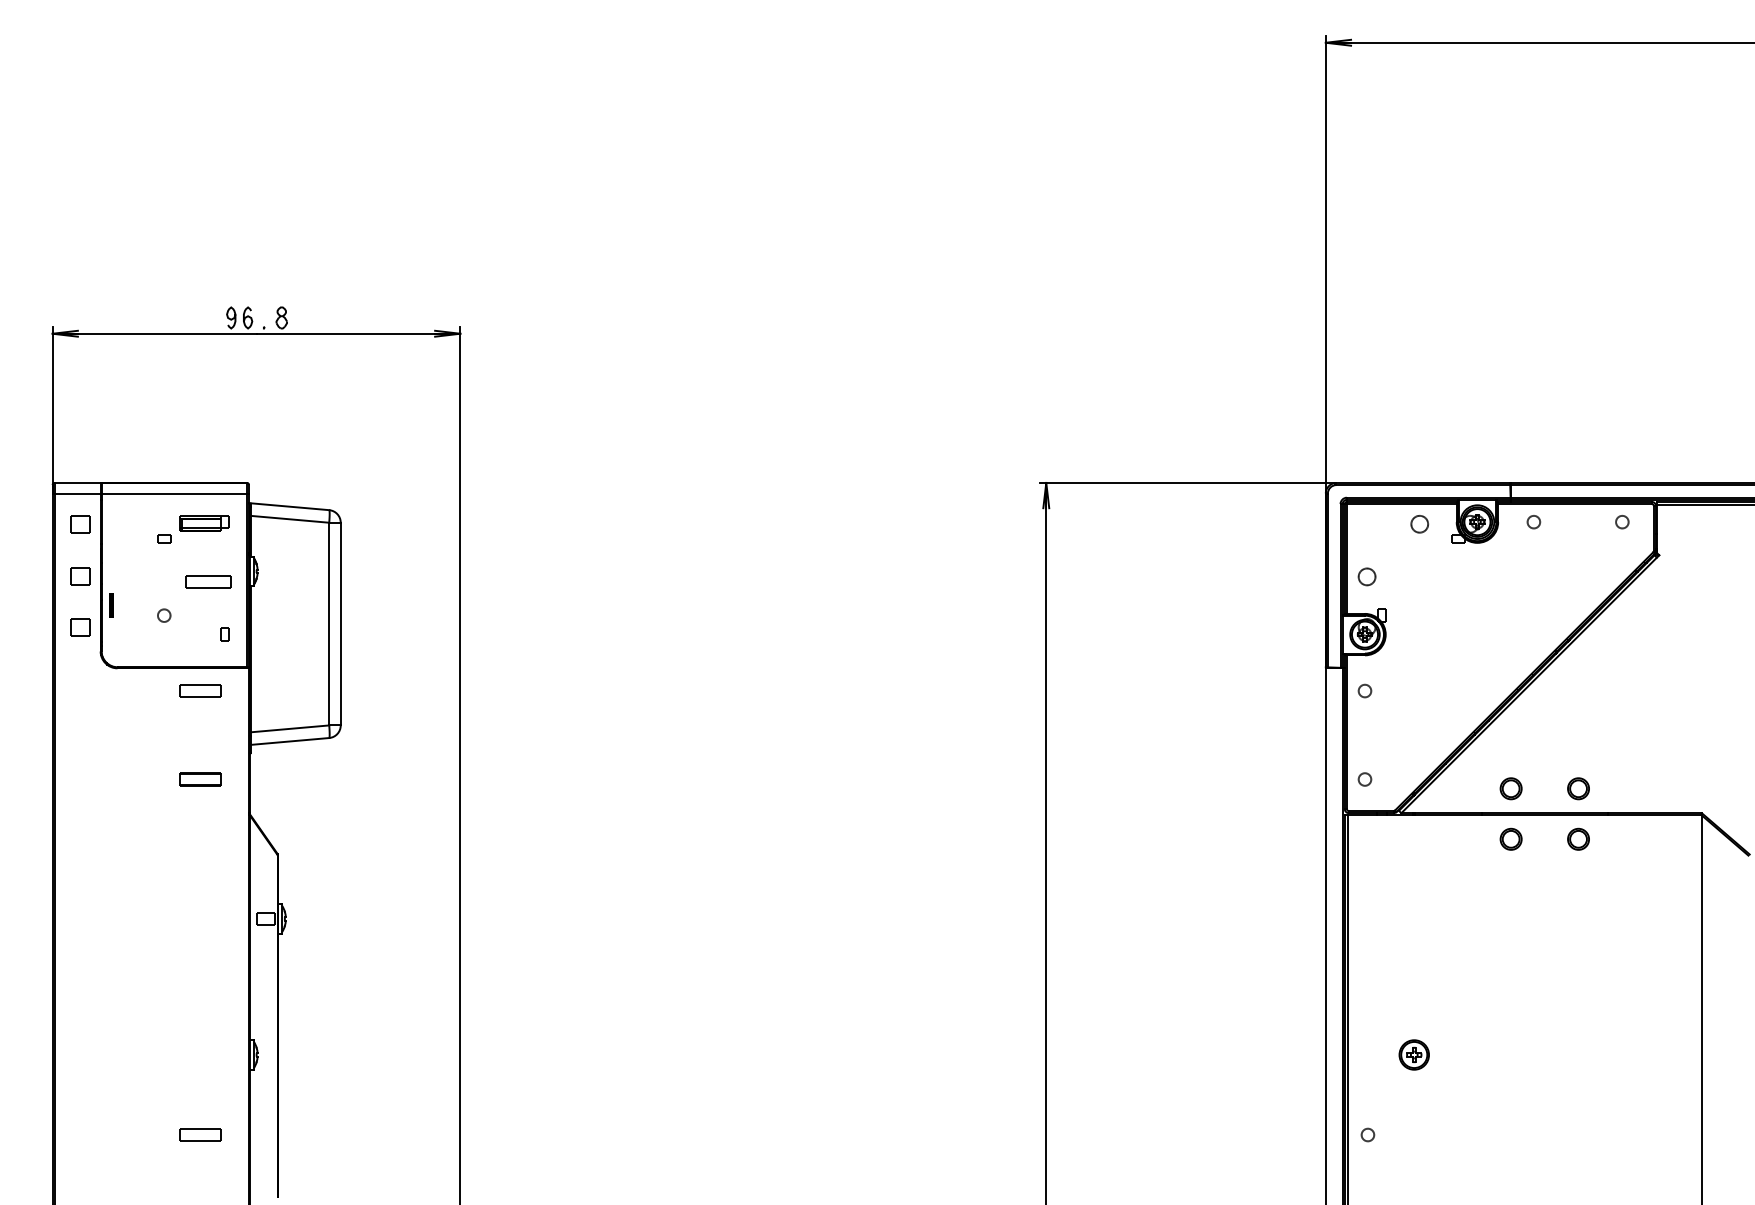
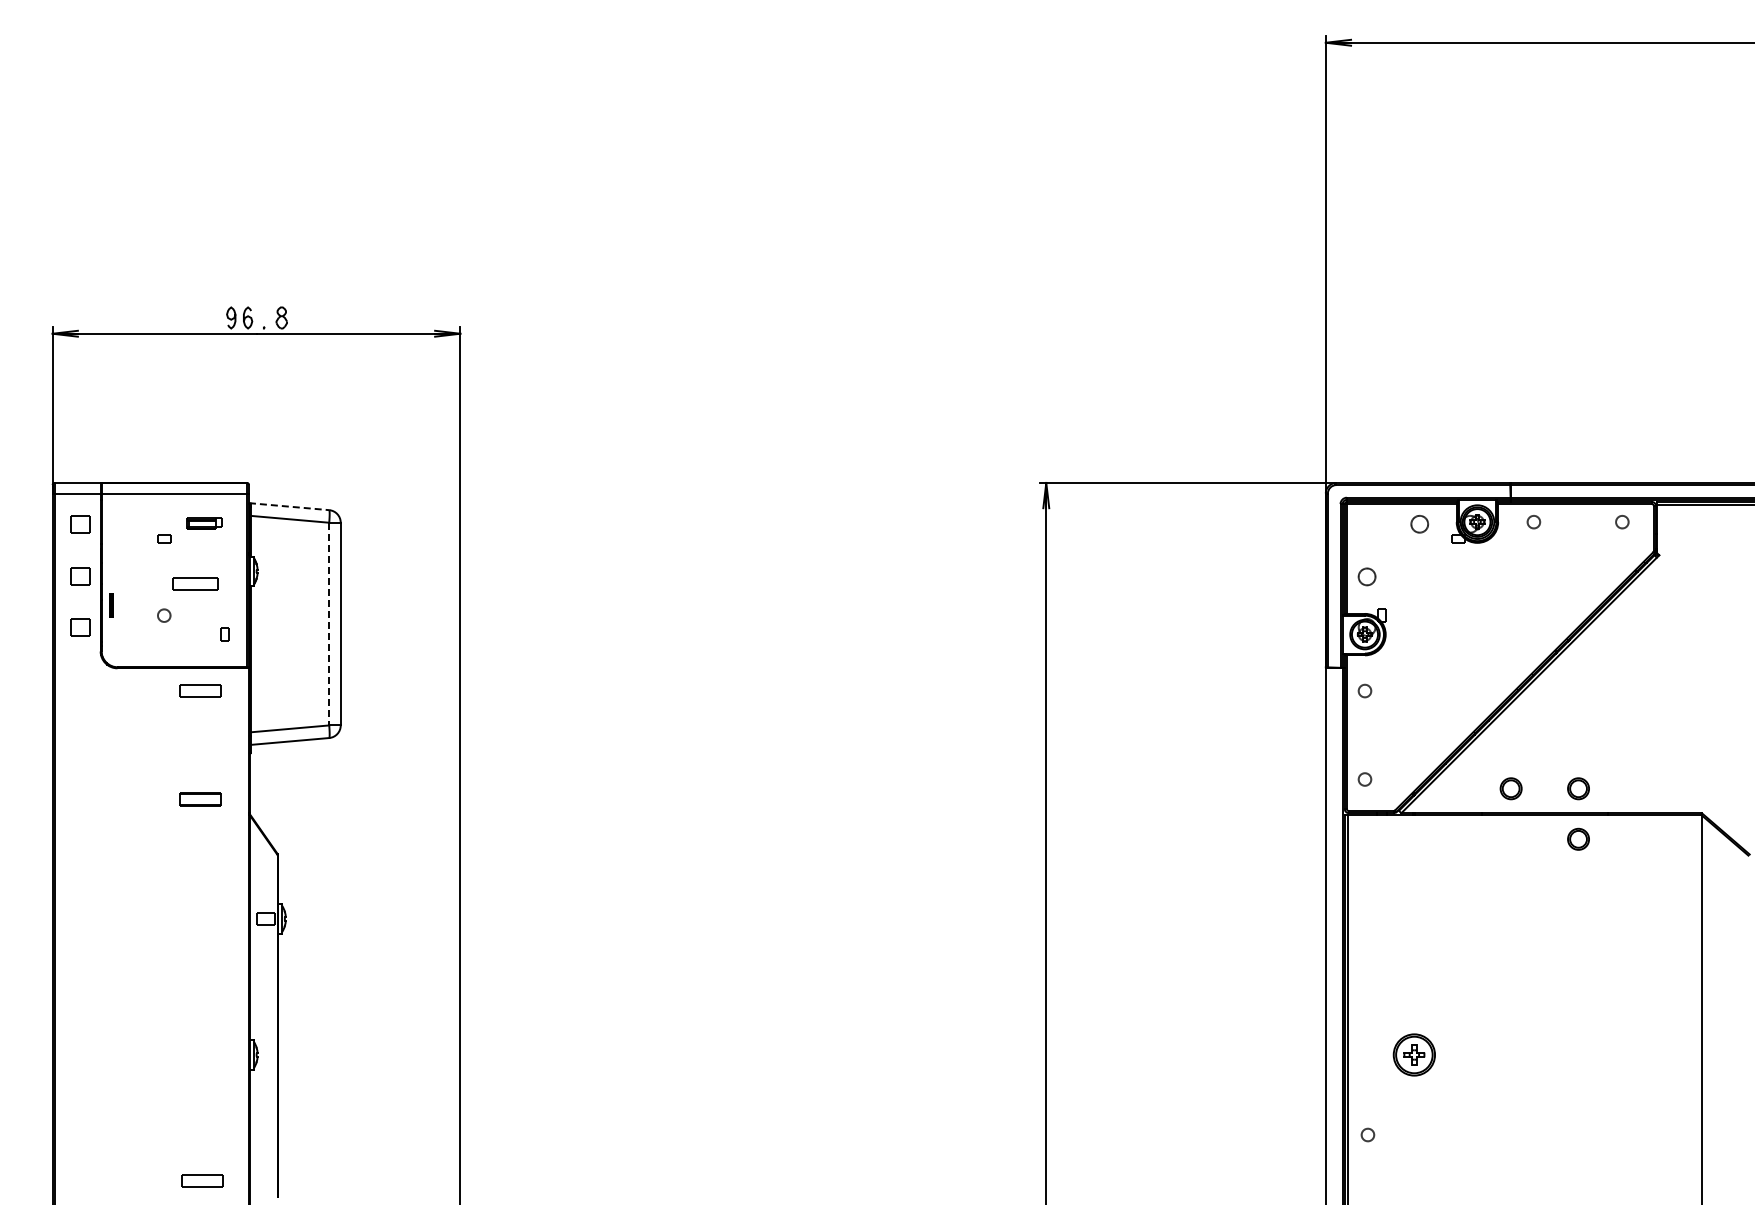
line at (289, 506): solid -> dashed
part at (204, 523) size: 51x17 px -> 37x13 px
part at (208, 581) position: (208, 581) -> (195, 583)
line at (329, 624): solid -> dashed
part at (200, 779) position: (200, 779) -> (200, 799)
part at (1510, 838): present -> none
part at (1413, 1054) size: 32x32 px -> 44x44 px
part at (200, 1134) position: (200, 1134) -> (202, 1180)
